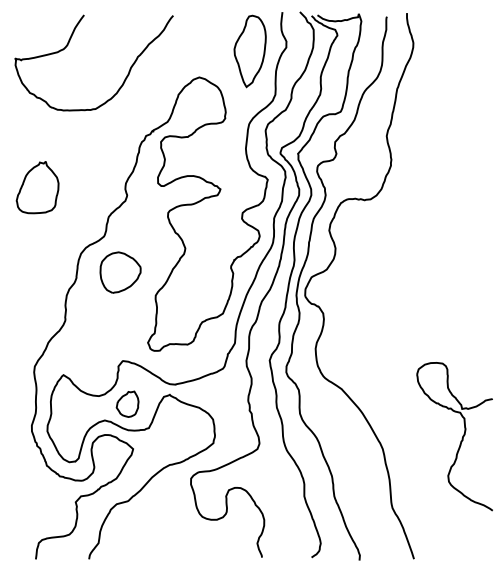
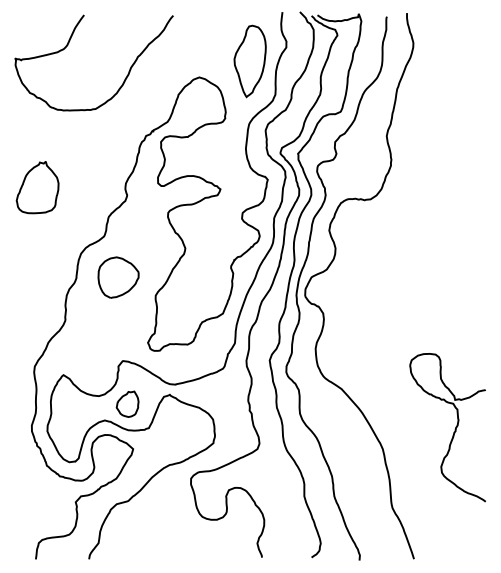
part at (249, 51) position: (249, 51) -> (249, 61)
part at (120, 272) position: (120, 272) -> (118, 277)
curve at (461, 438) position: (461, 438) -> (454, 429)
